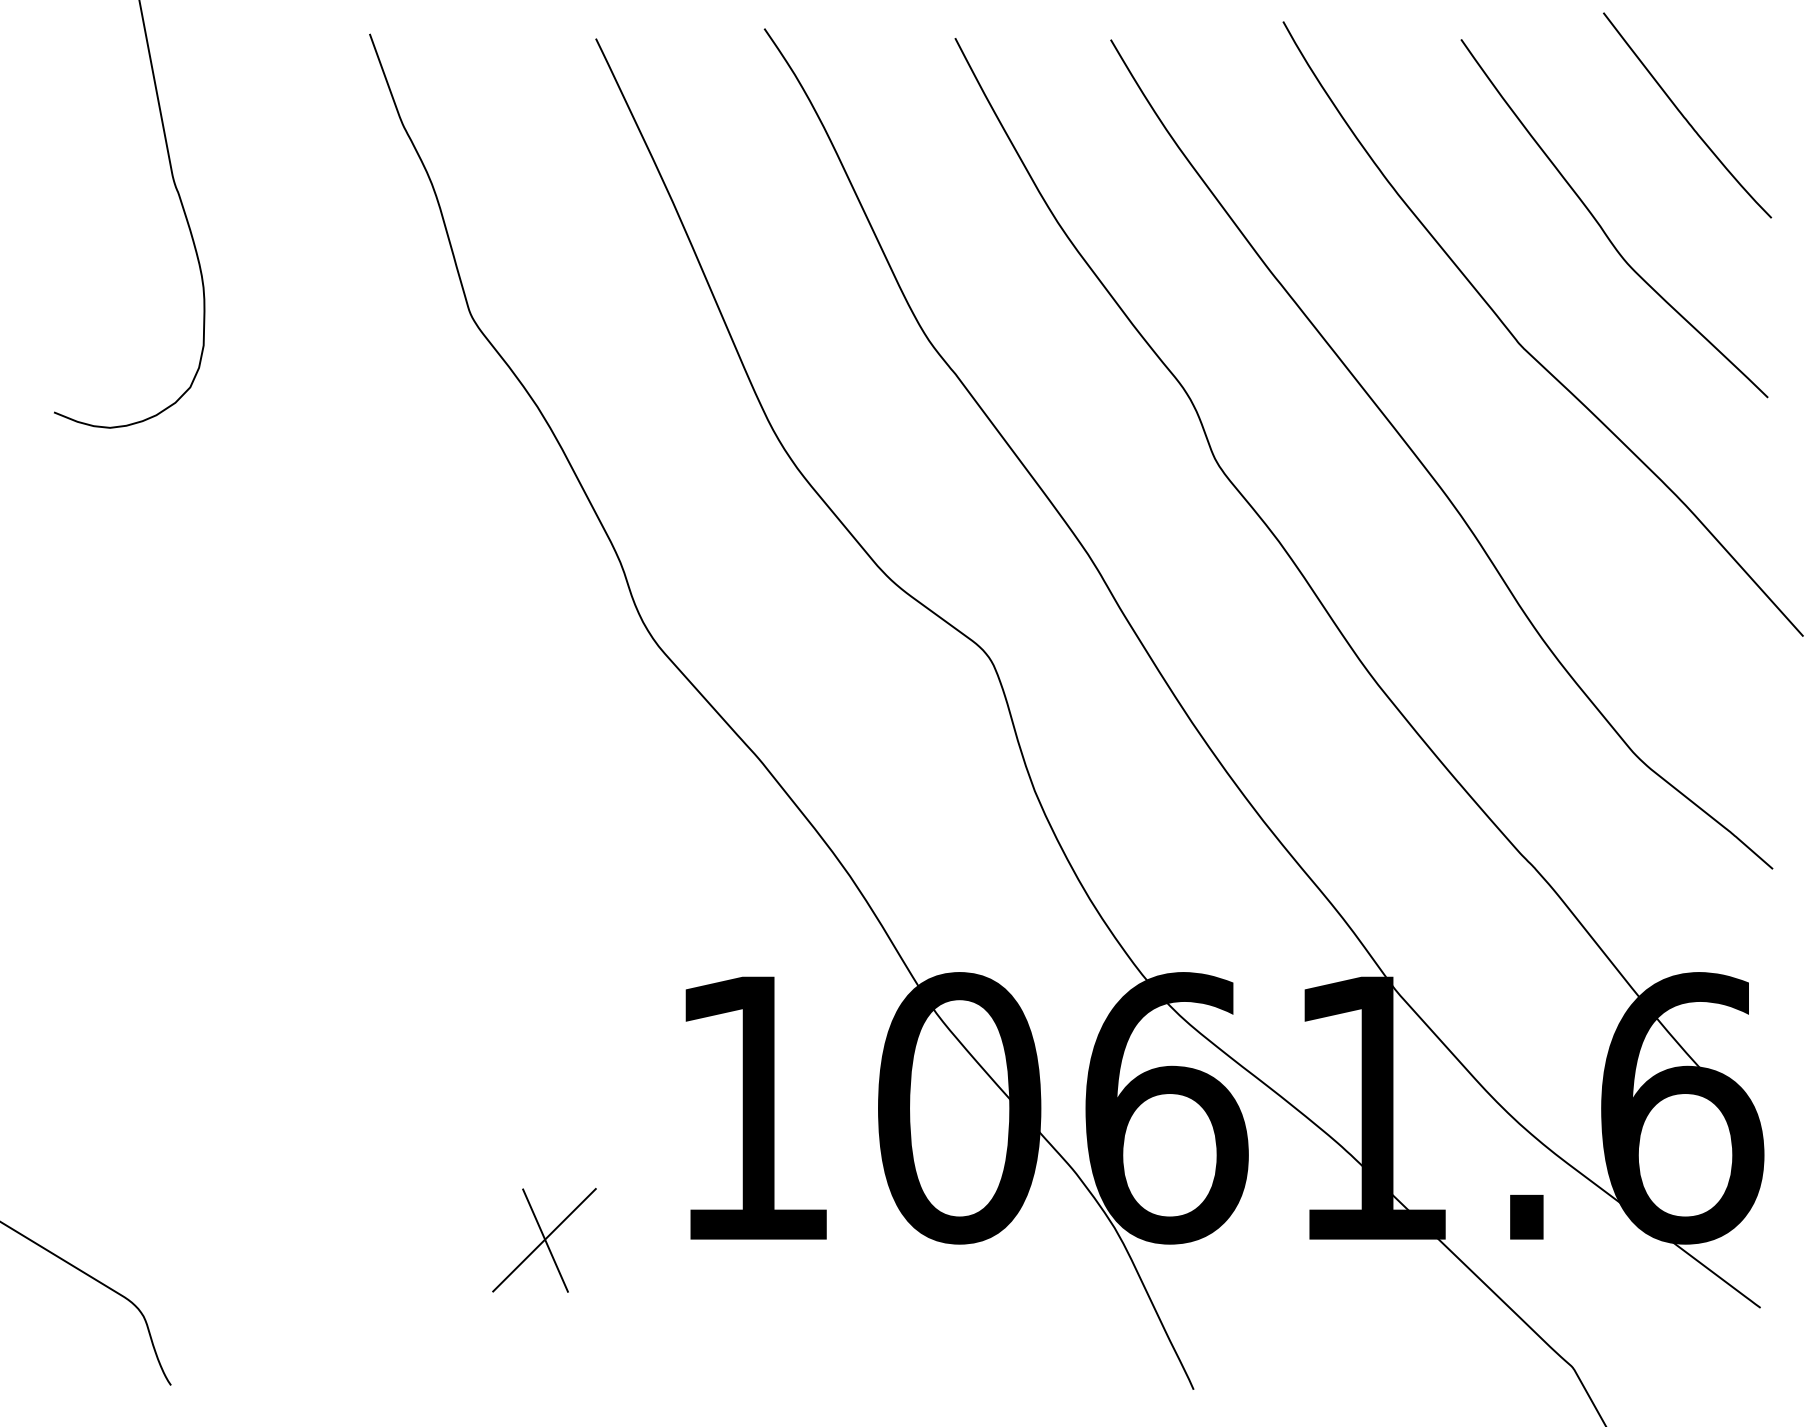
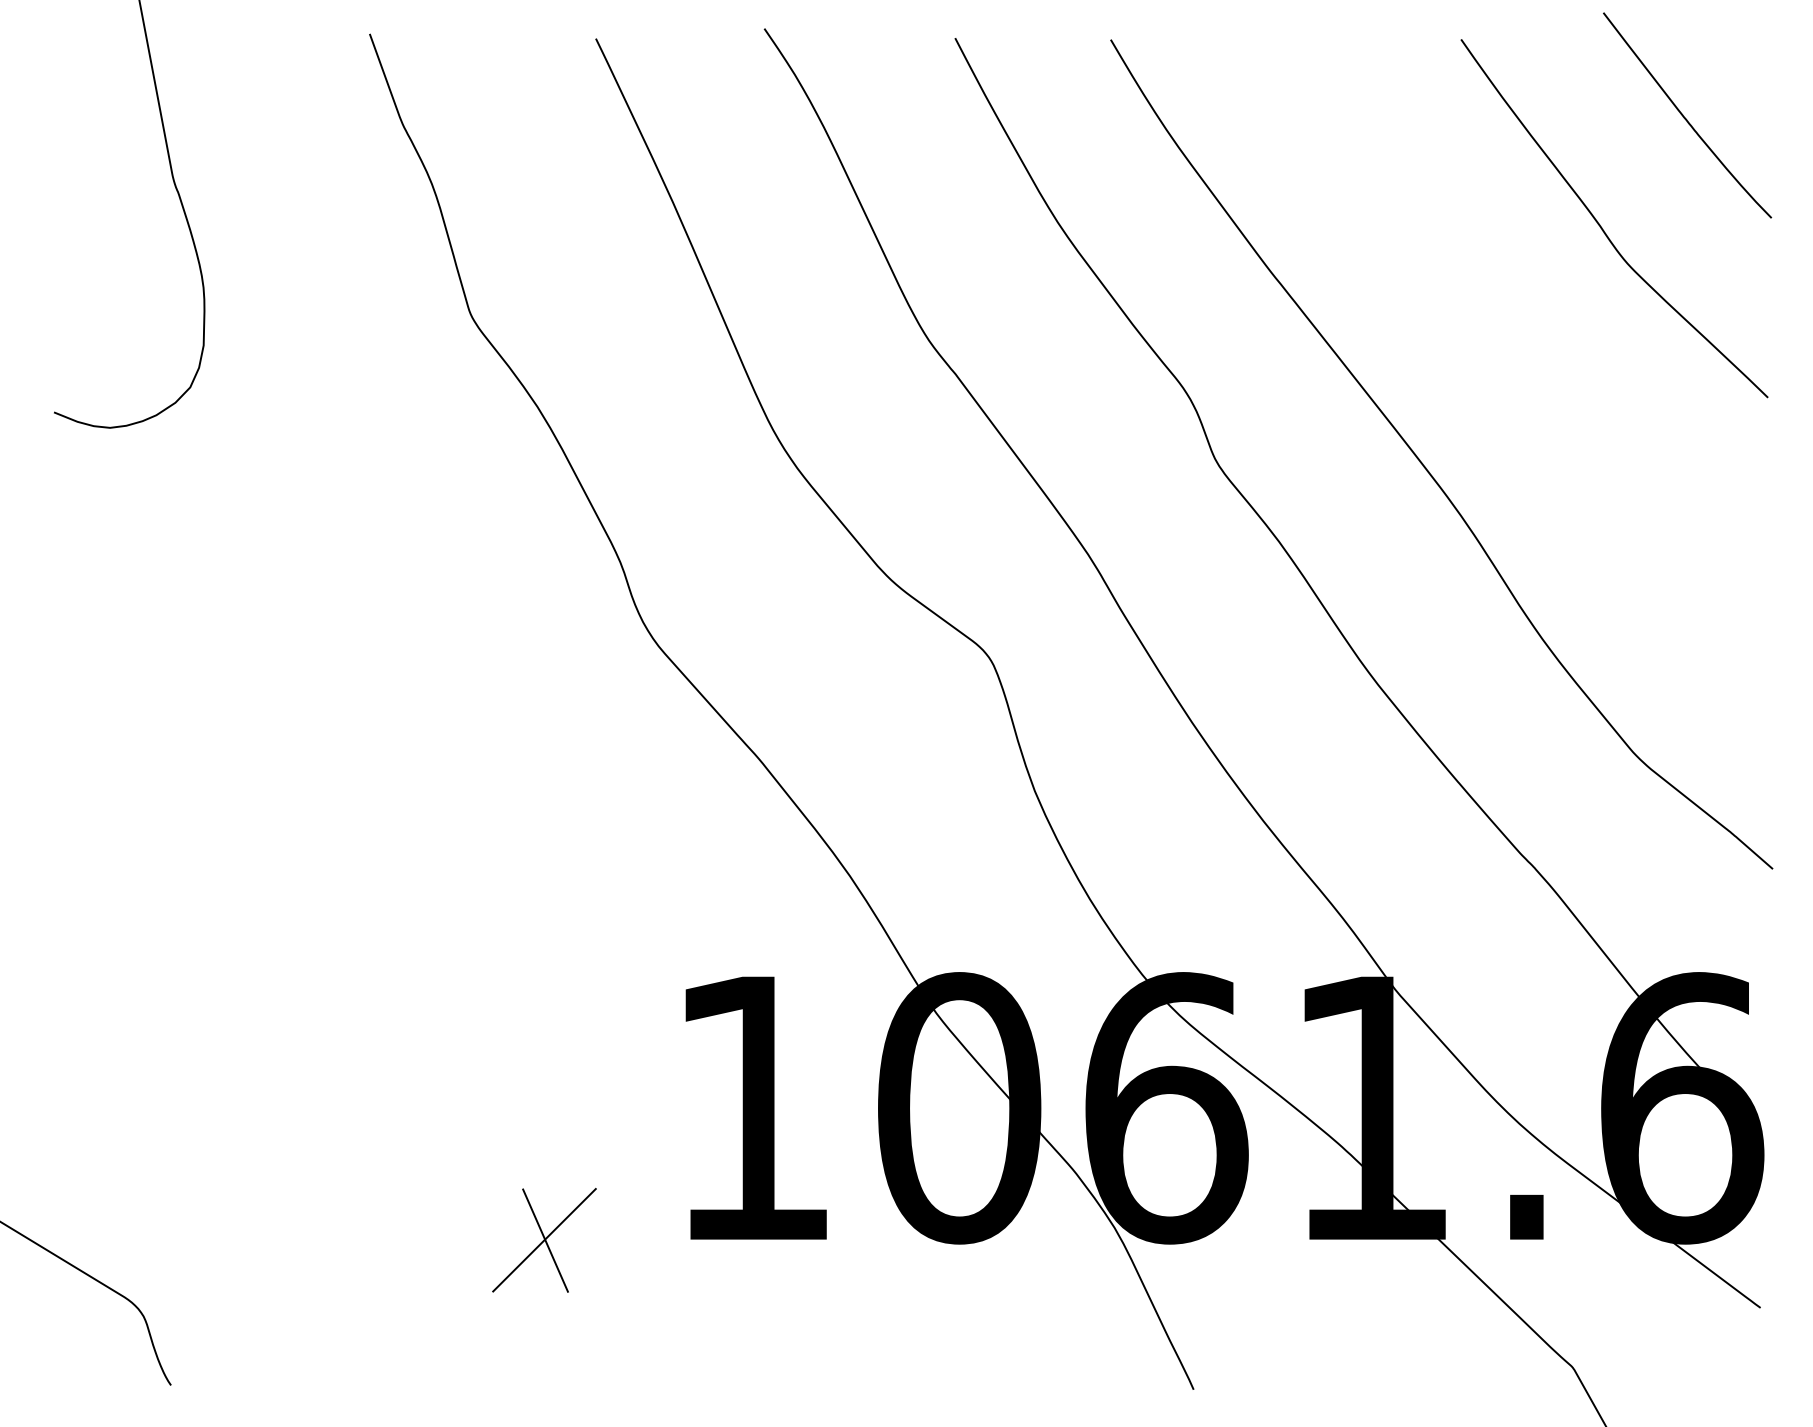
curve at (1523, 346): present -> none
